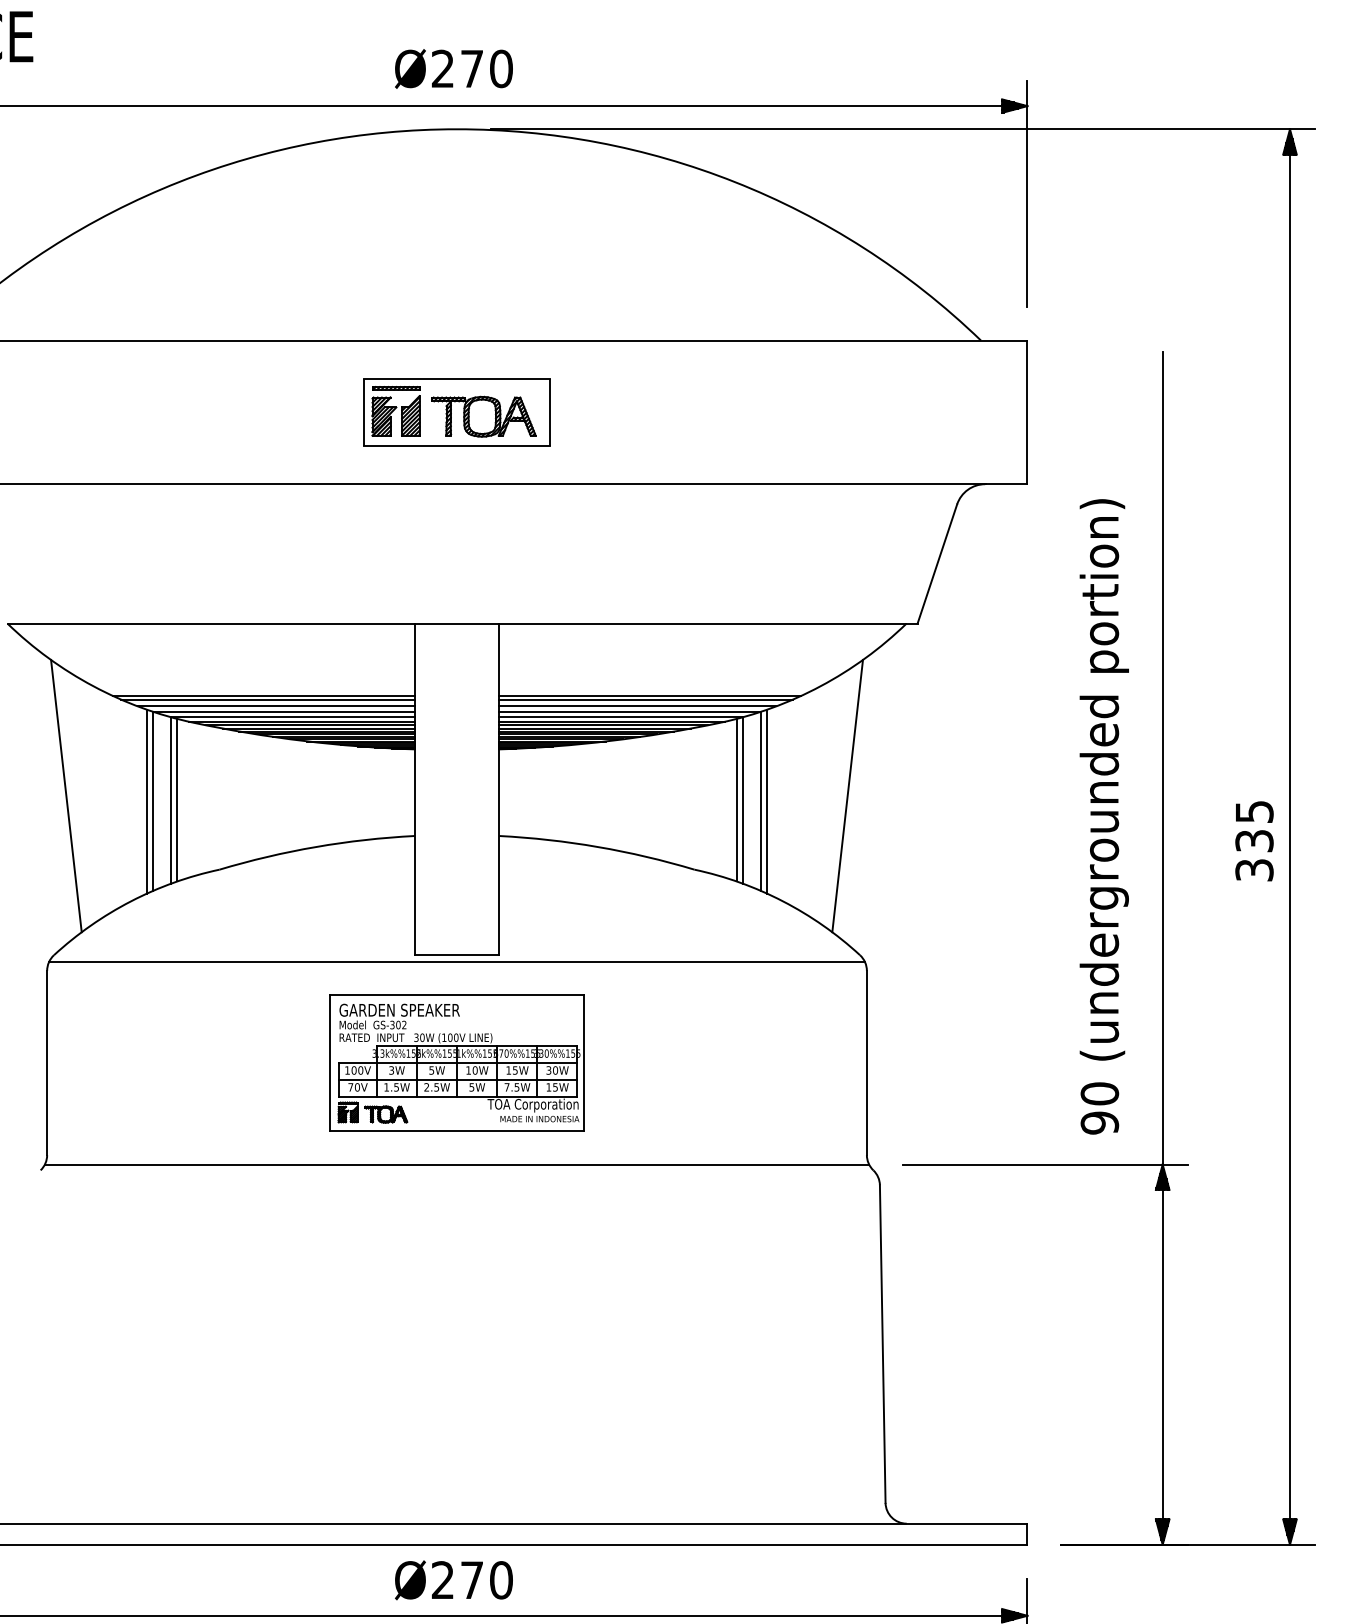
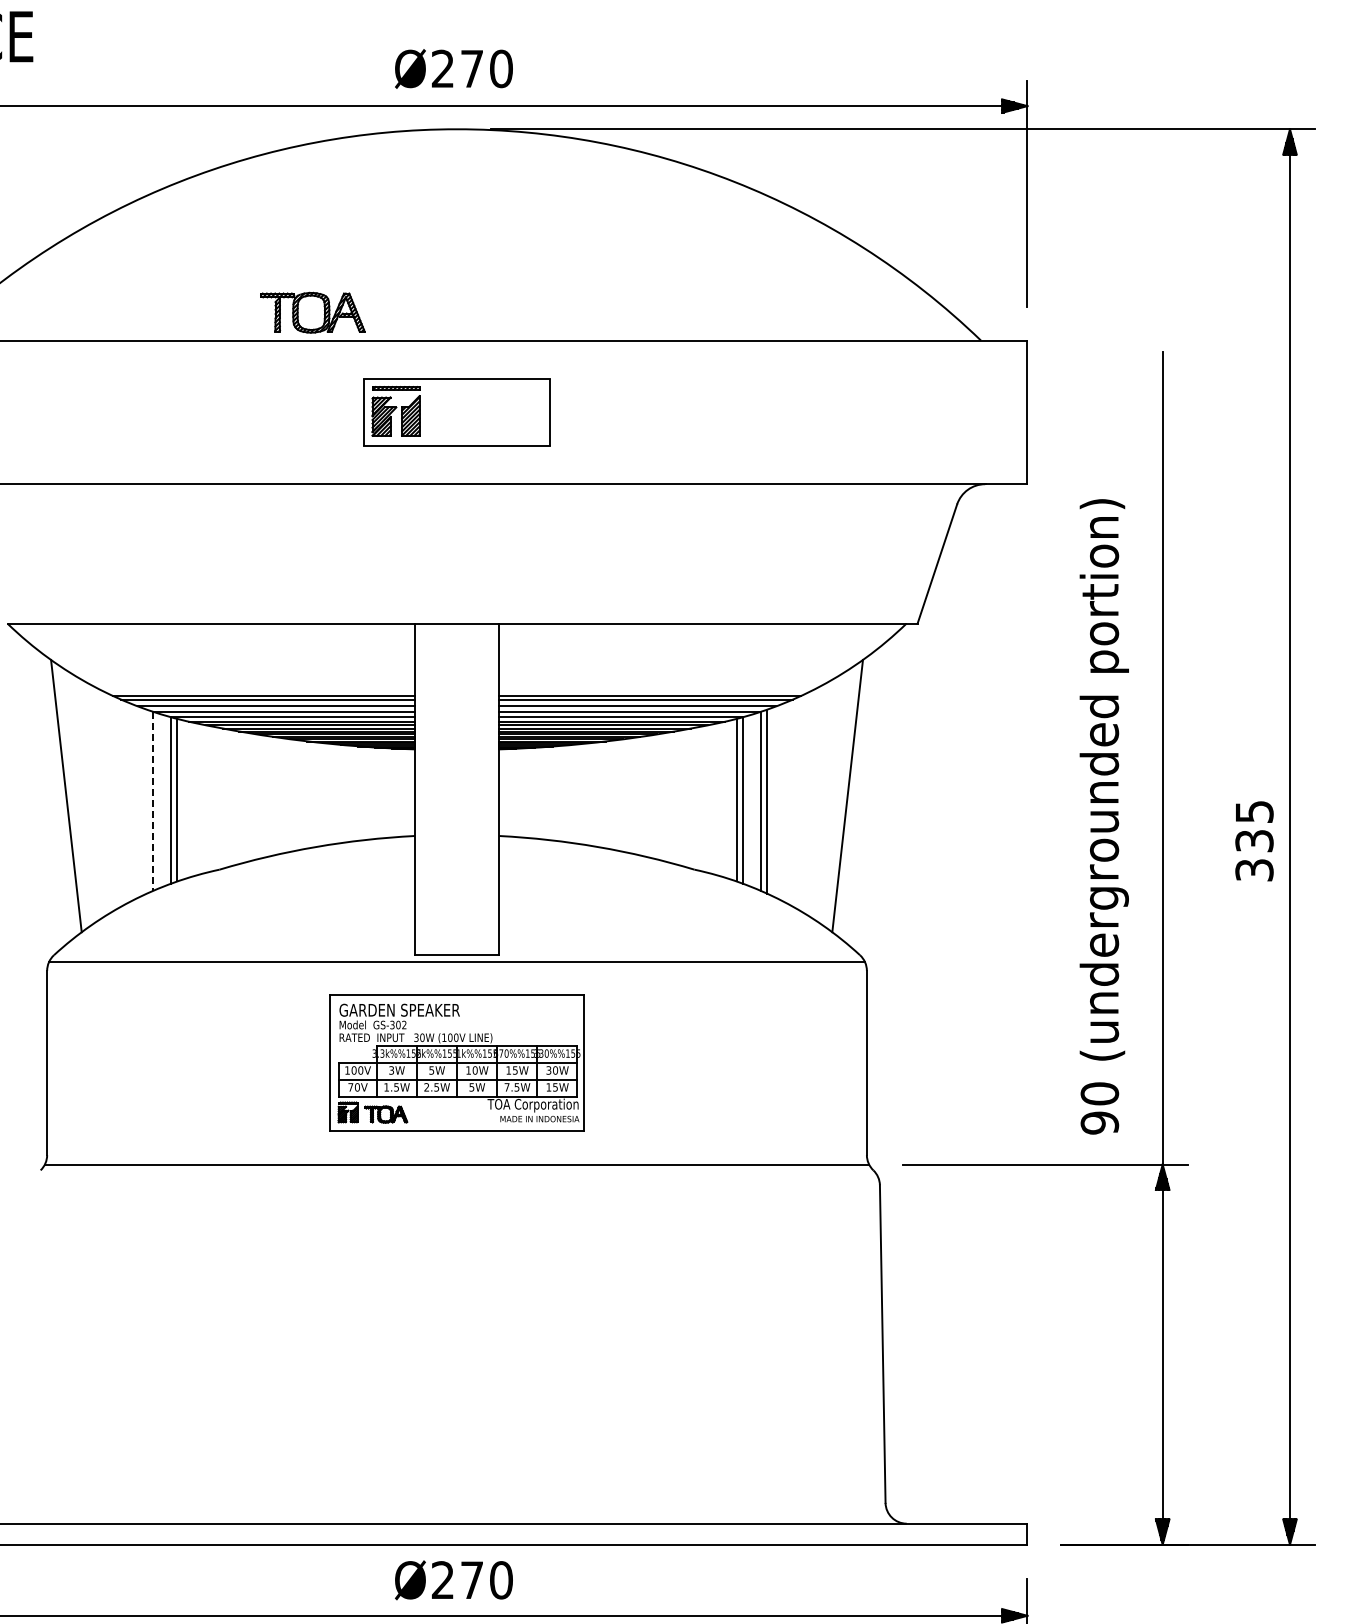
part at (483, 416) position: (483, 416) -> (312, 312)
line at (146, 801): present -> none
line at (153, 801): solid -> dashed
